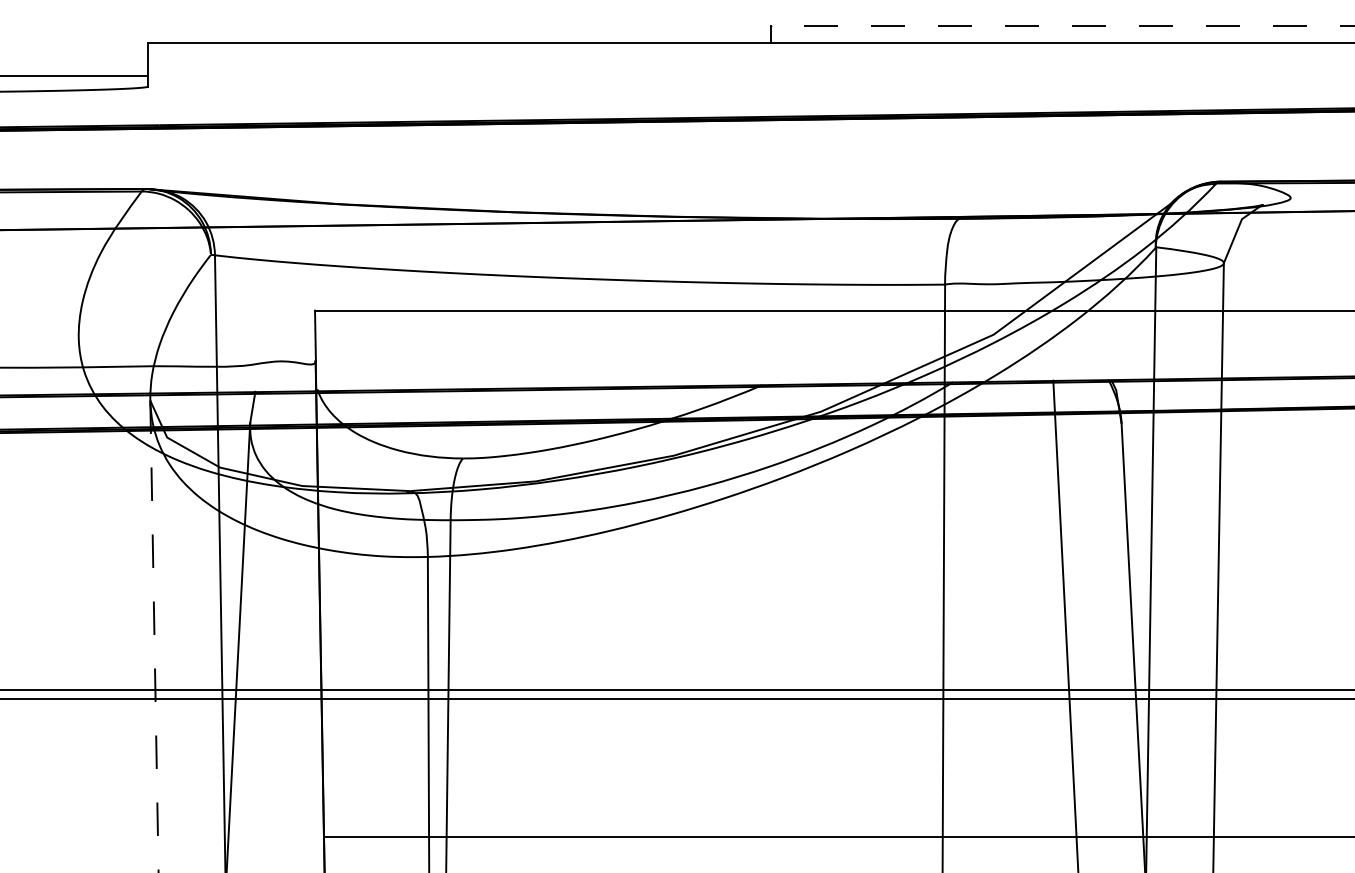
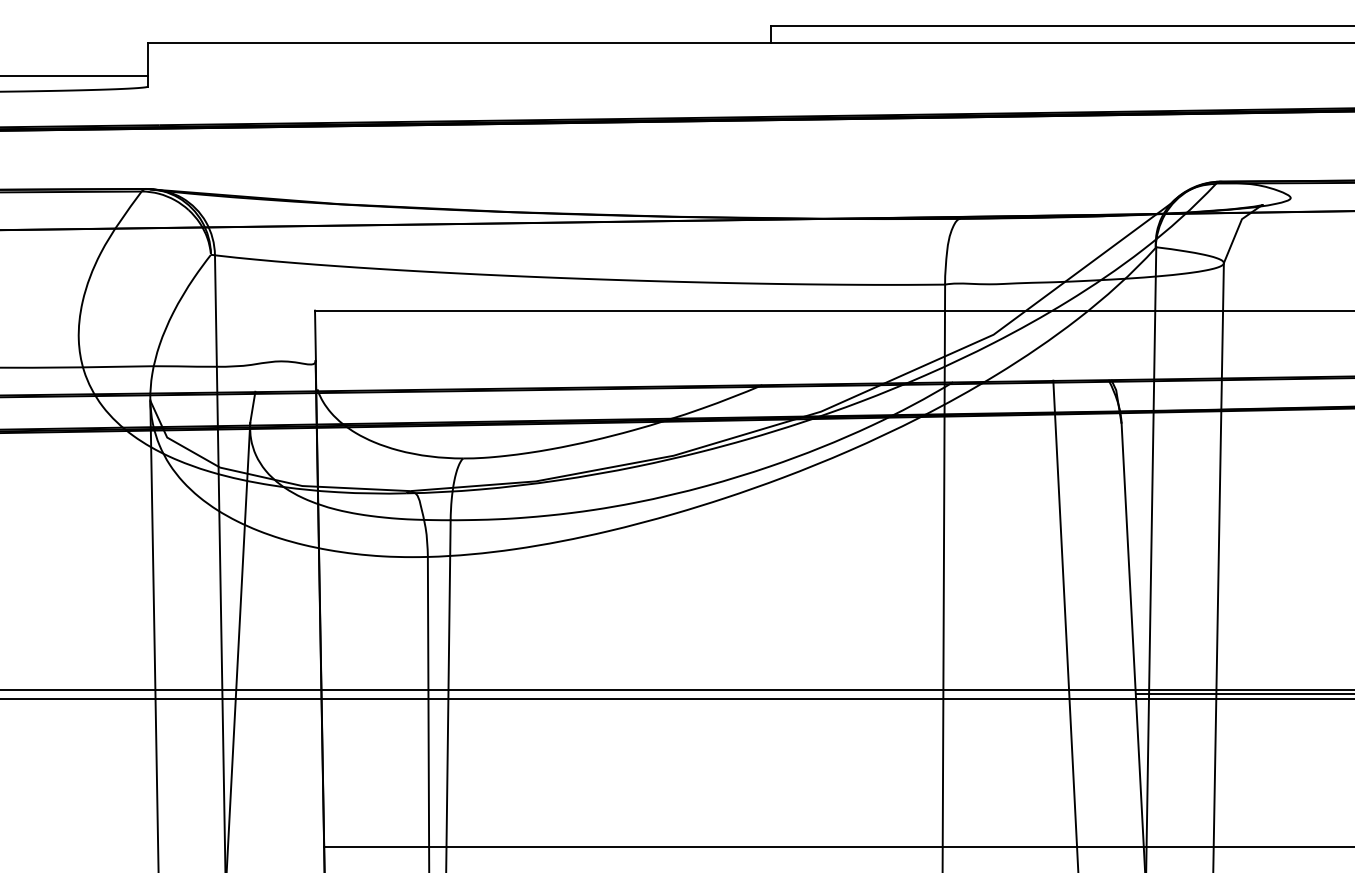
line at (1062, 26): dashed -> solid
line at (154, 636): dashed -> solid
line at (1243, 693): none -> present
line at (837, 836) position: (837, 836) -> (837, 846)
